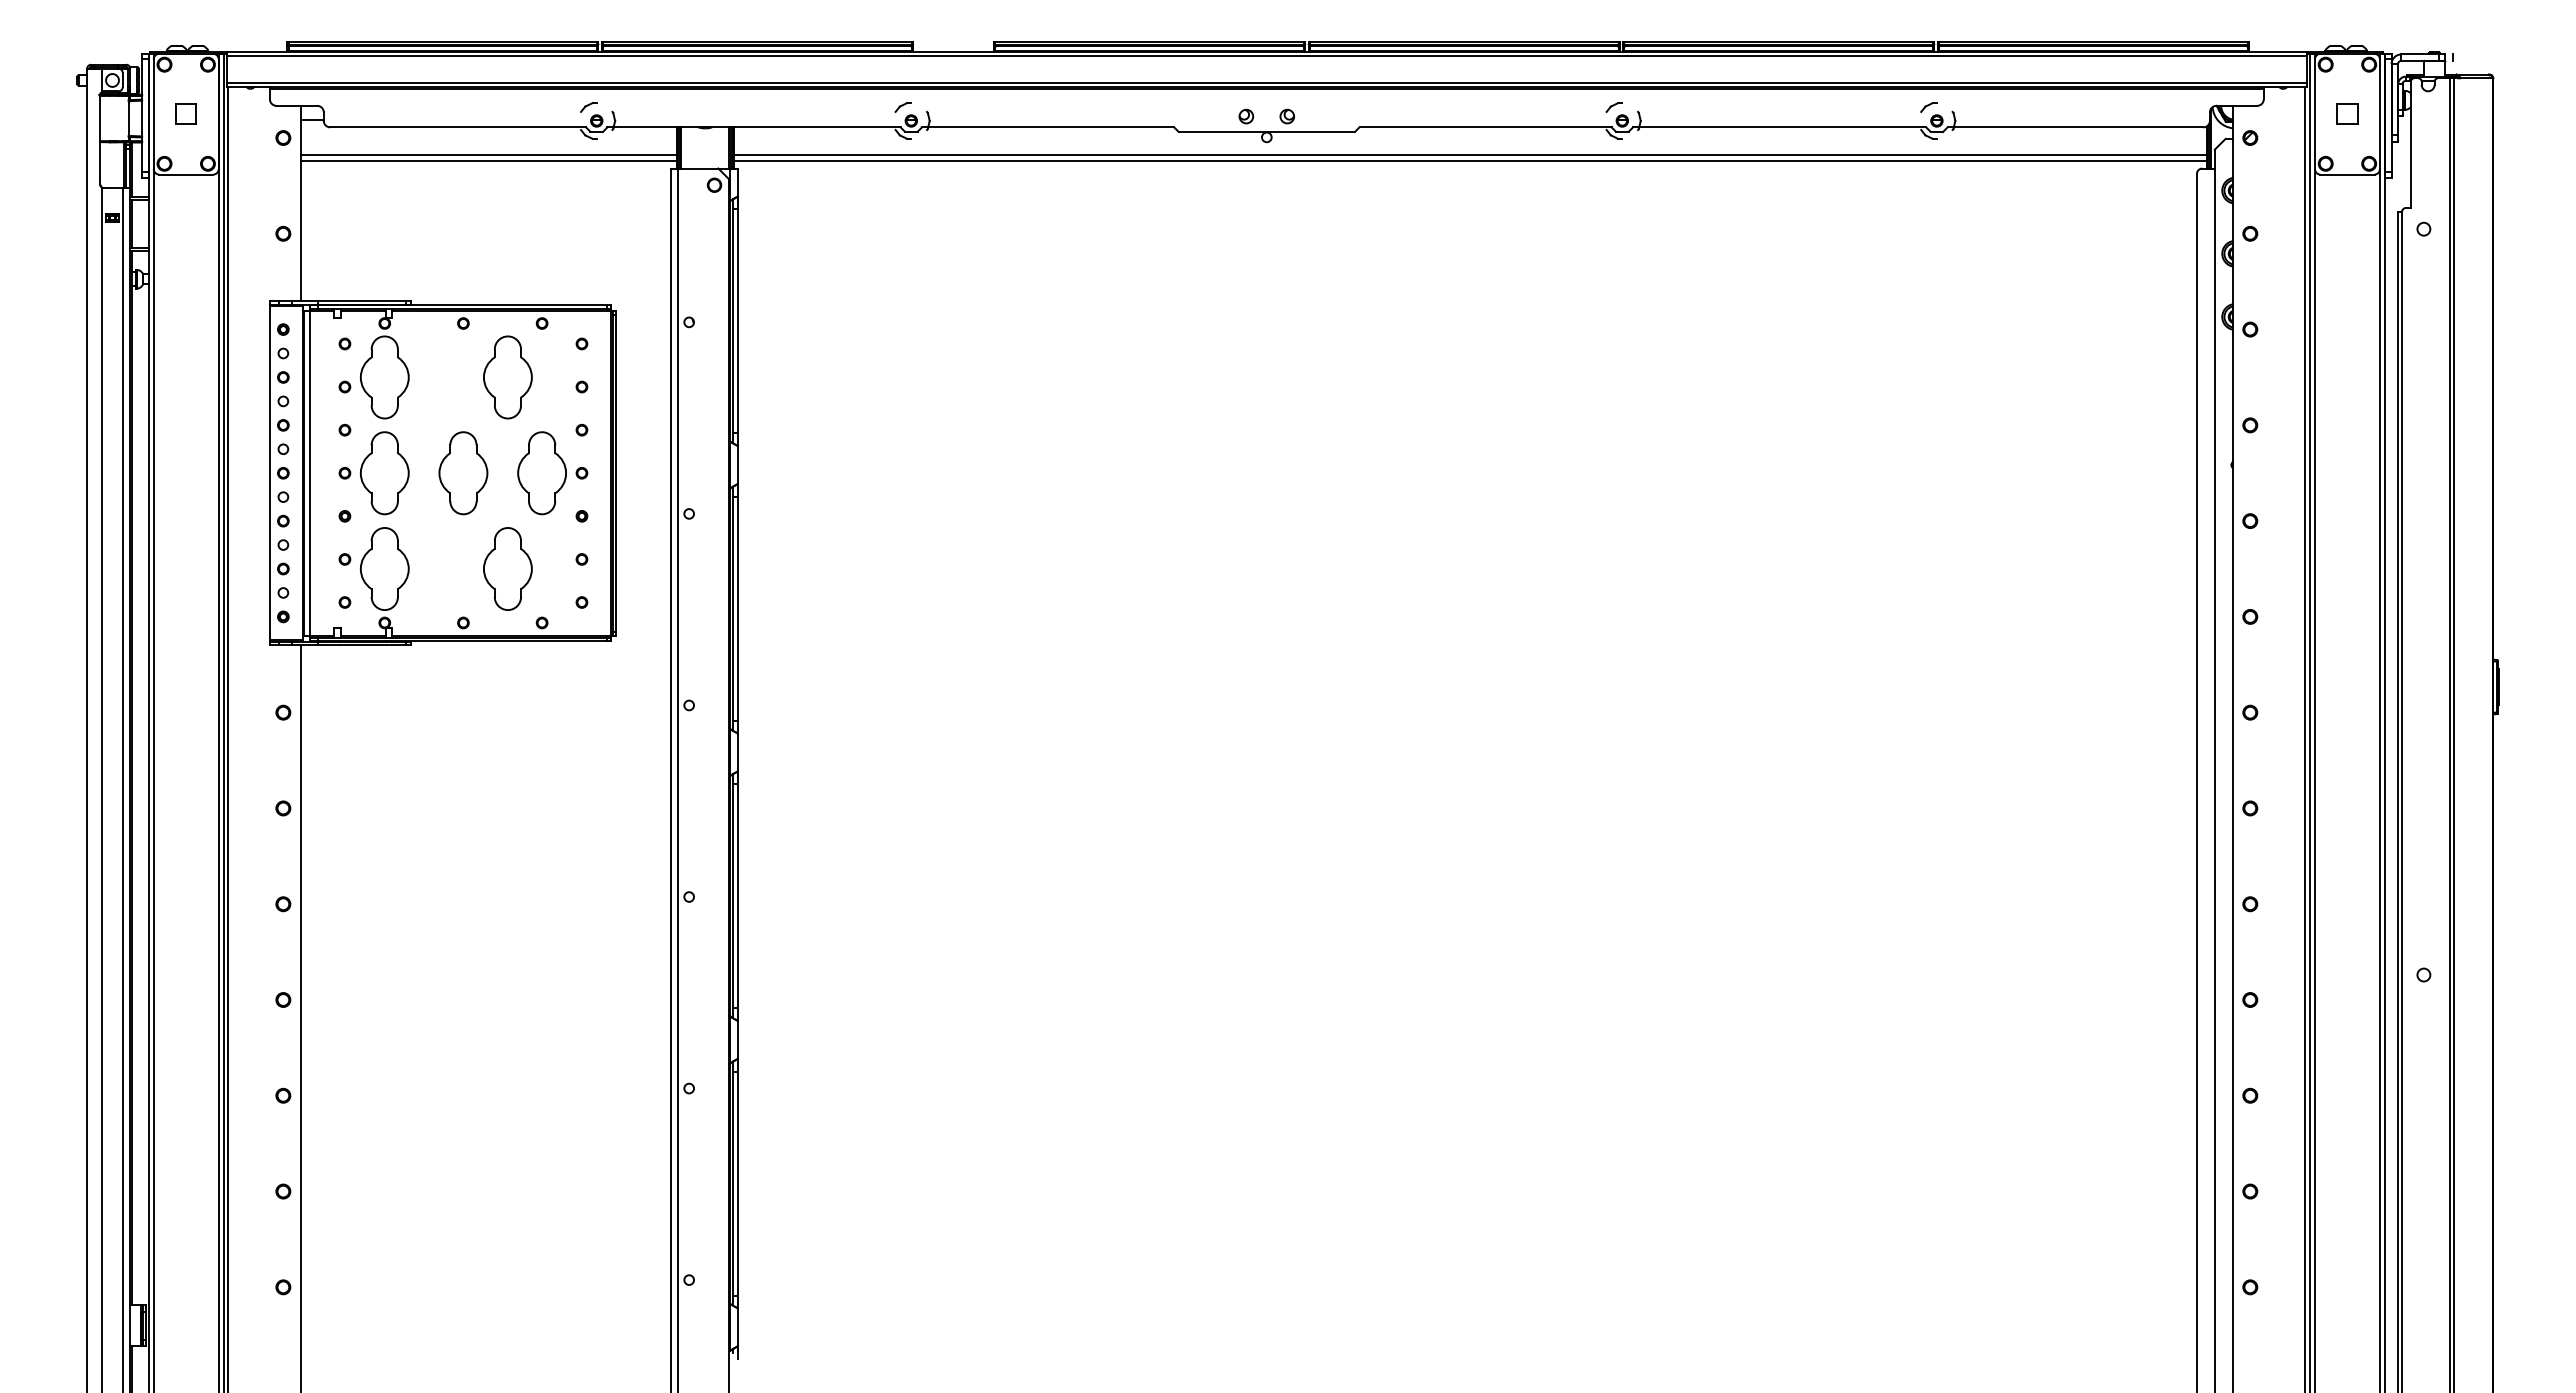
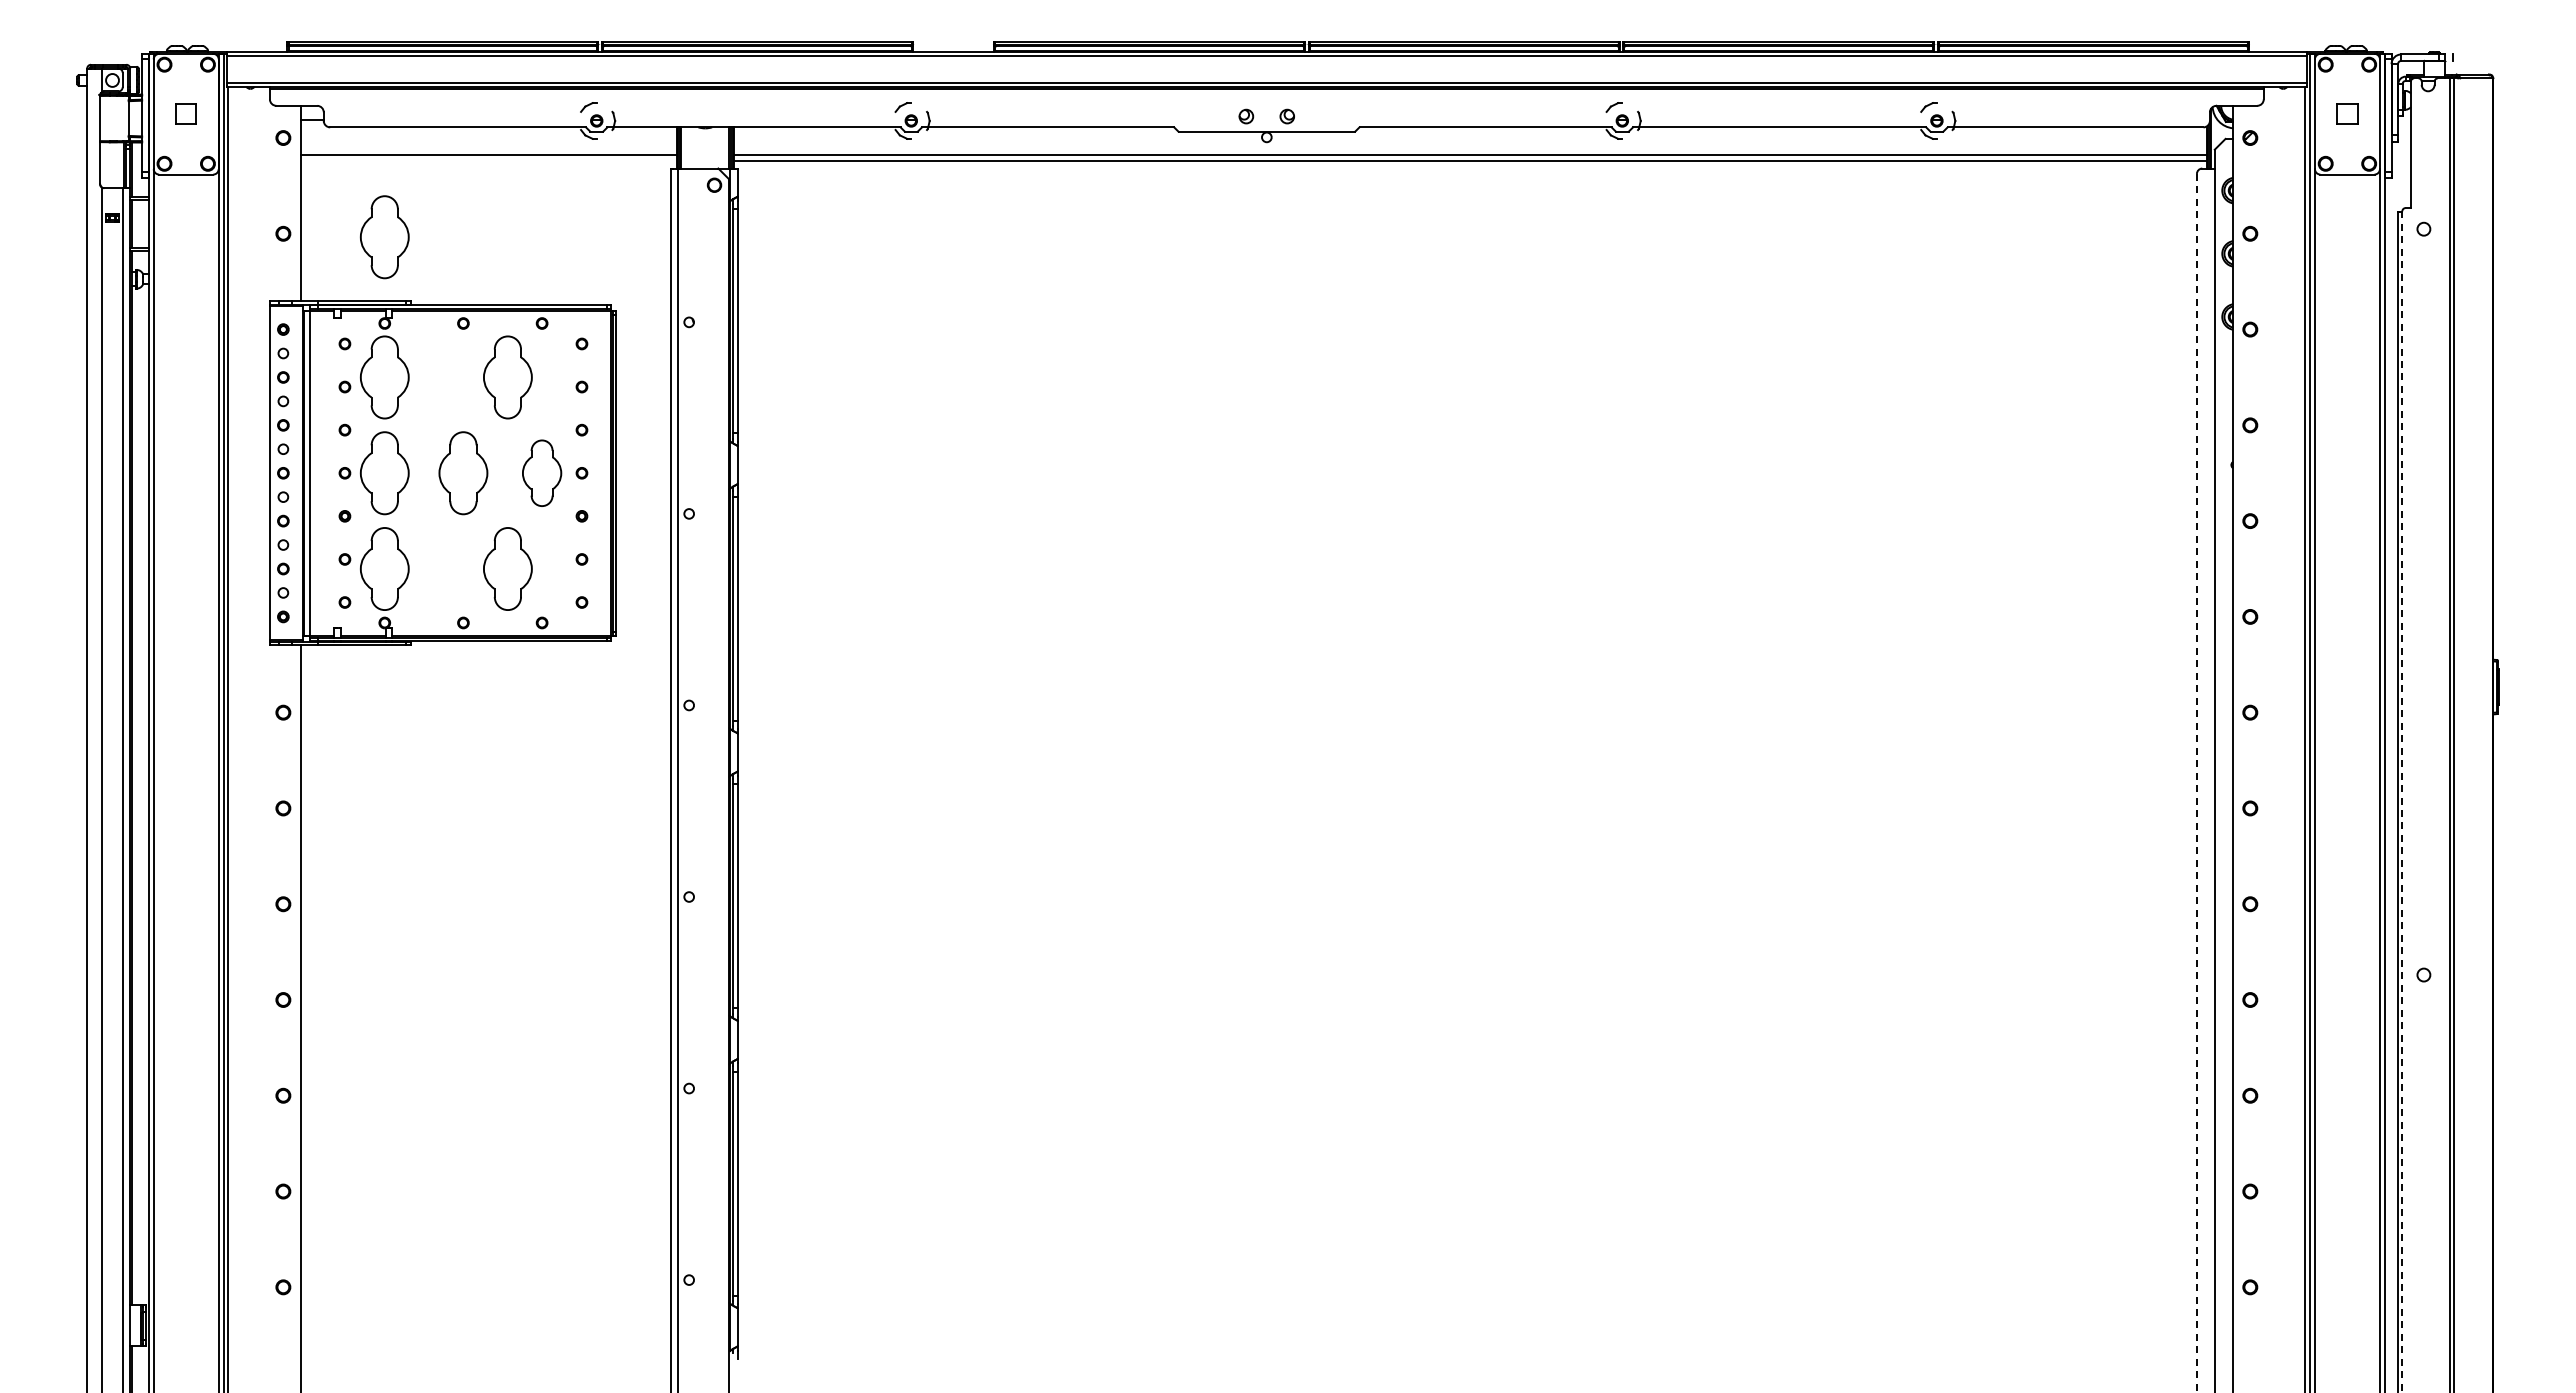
line at (488, 160): present -> none
part at (384, 237): none -> present
part at (541, 473) size: 50x85 px -> 41x68 px
line at (2196, 783): solid -> dashed
line at (2402, 802): solid -> dashed
